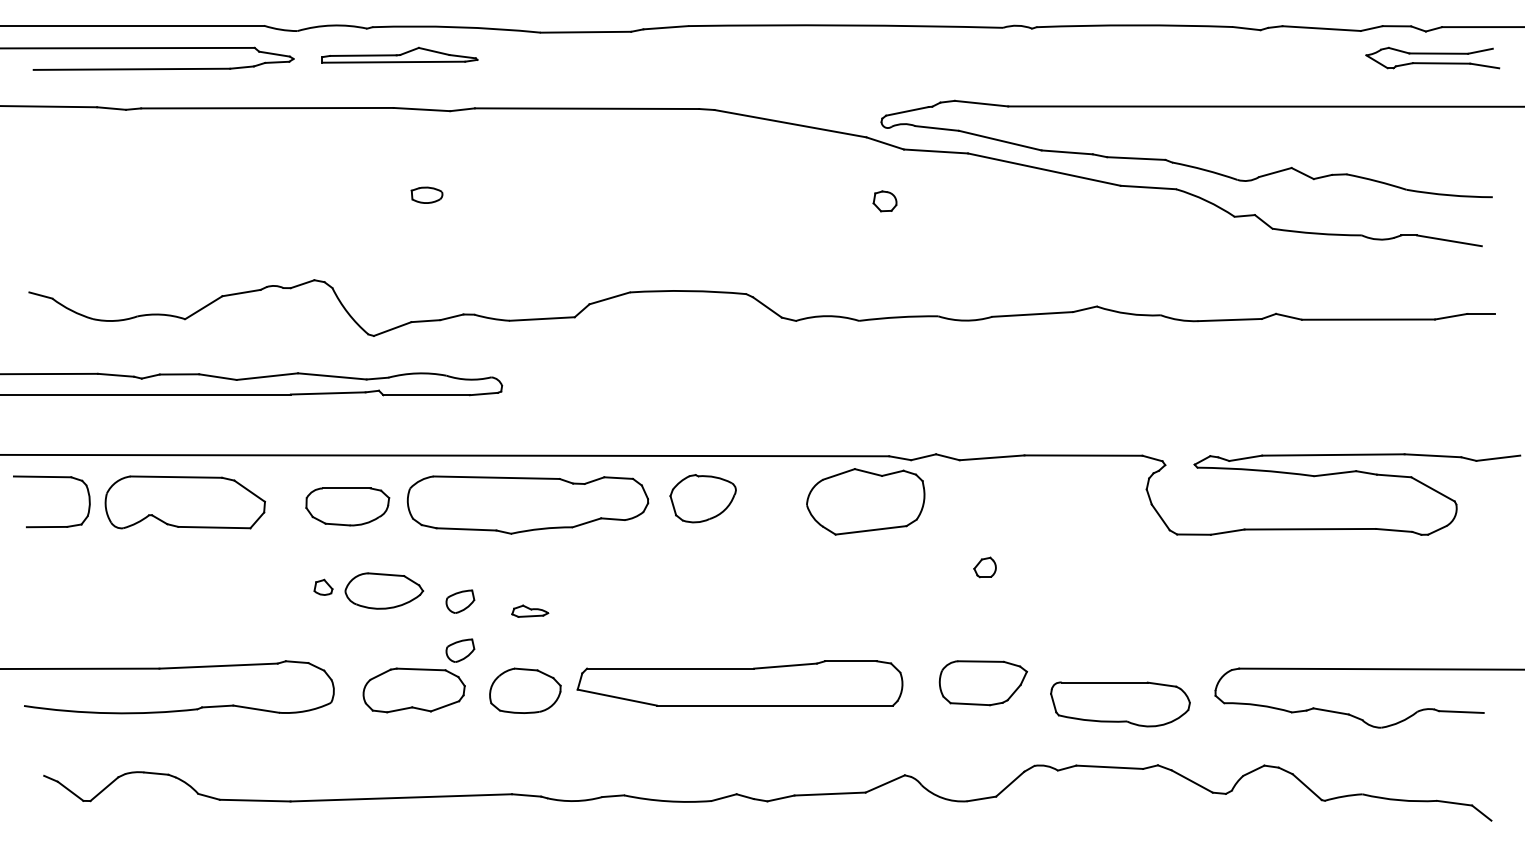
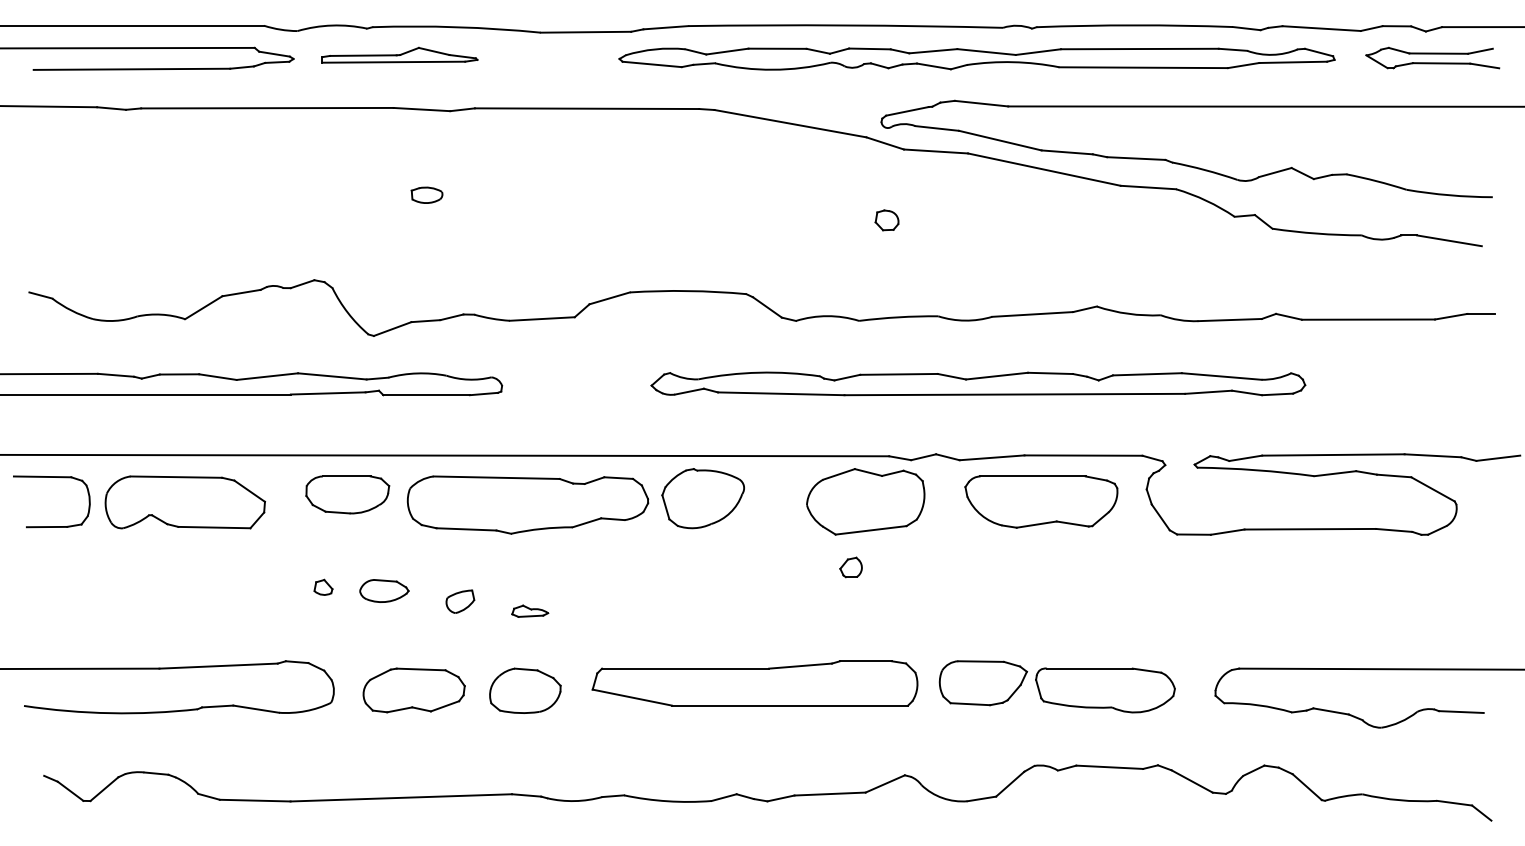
part at (976, 58): none -> present
part at (884, 201) position: (884, 201) -> (886, 220)
part at (978, 383): none -> present
part at (702, 498) size: 68x50 px -> 84x62 px
part at (1041, 501): none -> present
part at (347, 506) position: (347, 506) -> (347, 494)
part at (984, 567) position: (984, 567) -> (850, 567)
part at (384, 590) size: 81x38 px -> 51x24 px
part at (460, 650): present -> none
part at (739, 683) position: (739, 683) -> (754, 683)
part at (1120, 704) position: (1120, 704) -> (1105, 690)
